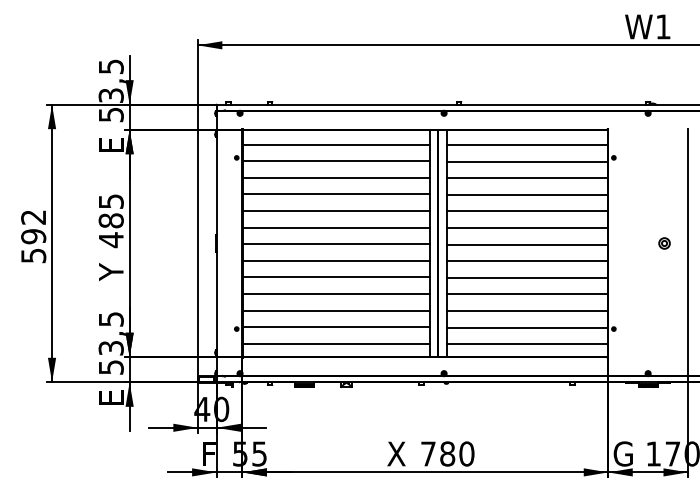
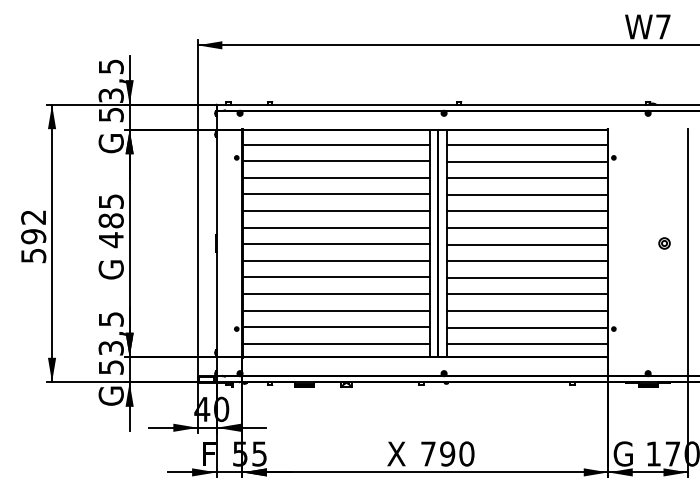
text at (663, 26): W1 -> W7
text at (110, 143): E -> G
text at (110, 270): Y -> G
text at (110, 395): E -> G
text at (447, 453): 780 -> 790
